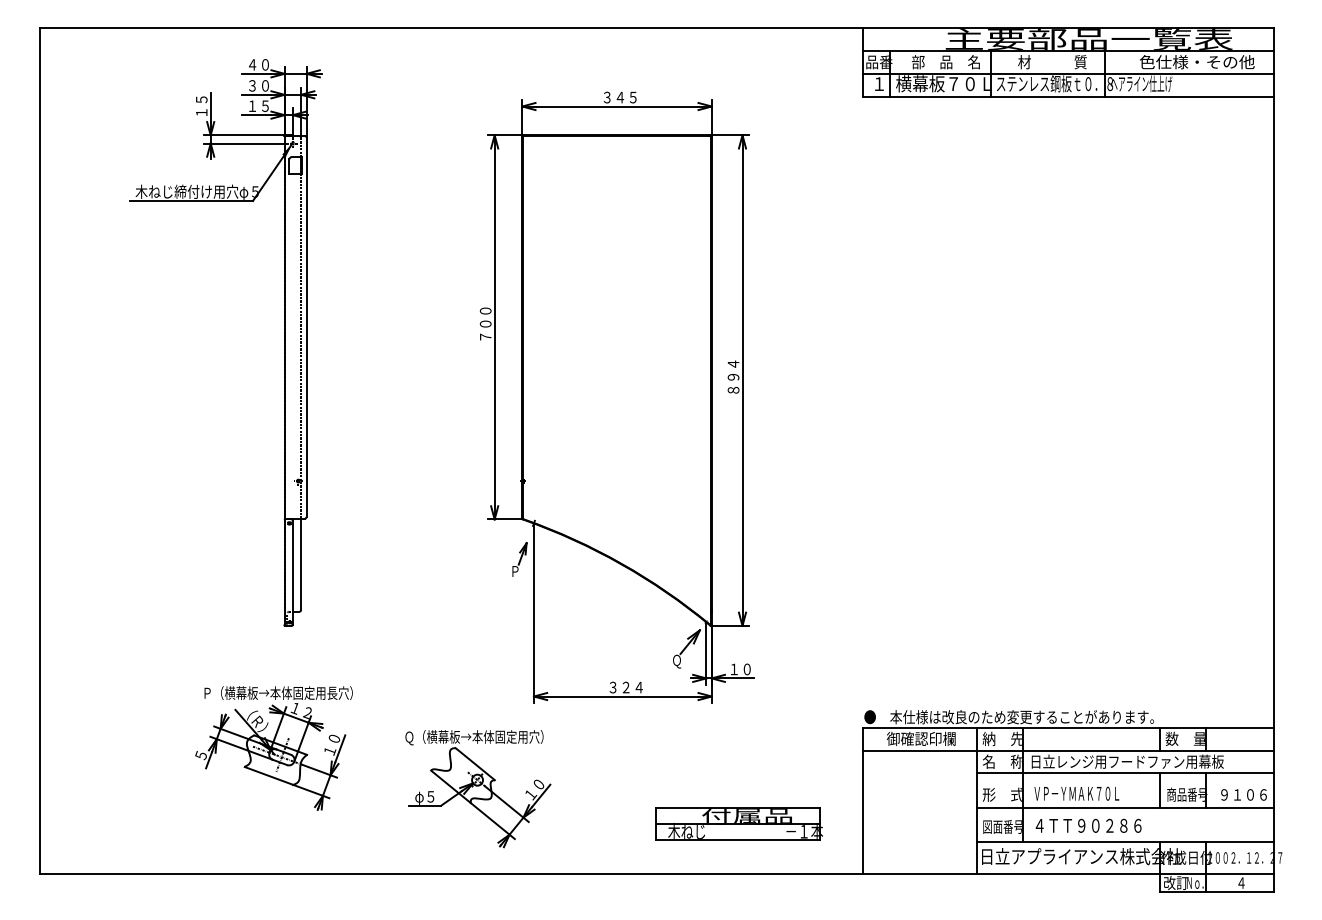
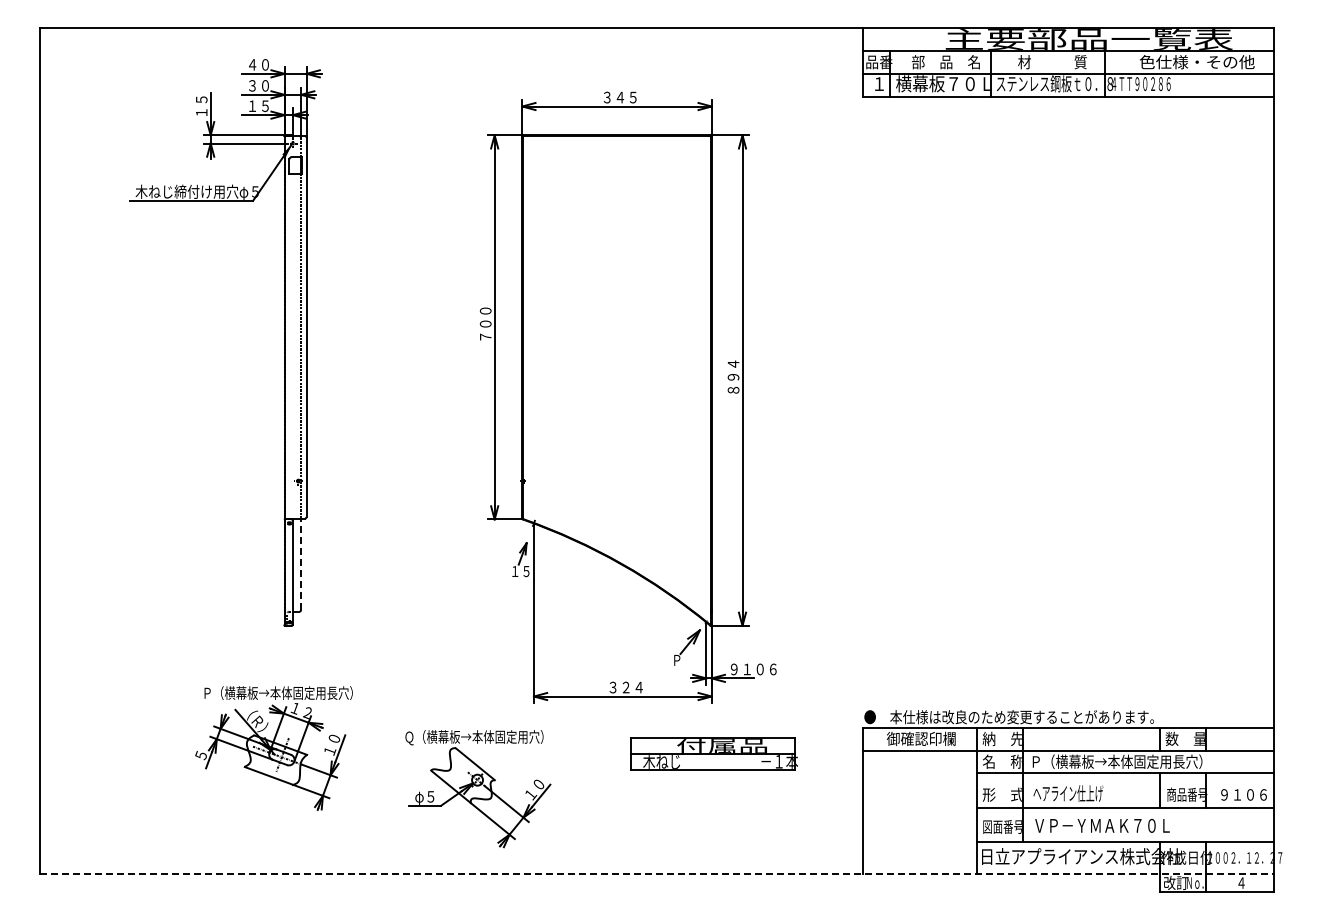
text at (1141, 83): ヘアライン仕上げ -> ４ＴＴ９０２８６
line at (301, 564): solid -> dashed
text at (520, 571): Ｐ -> １５
text at (677, 661): Ｑ -> Ｐ
text at (753, 669): １０ -> ９１０６
text at (1127, 761): 日立レンジ用フードファン用幕板 -> Ｐ（横幕板→本体固定用長穴）
text at (1076, 793): ＶＰ－ＹＭＡＫ７０Ｌ -> ヘアライン仕上げ
part at (738, 823) position: (738, 823) -> (713, 753)
text at (1102, 825): ４ＴＴ９０２８６ -> ＶＰ－ＹＭＡＫ７０Ｌ
line at (657, 874): solid -> dashed
